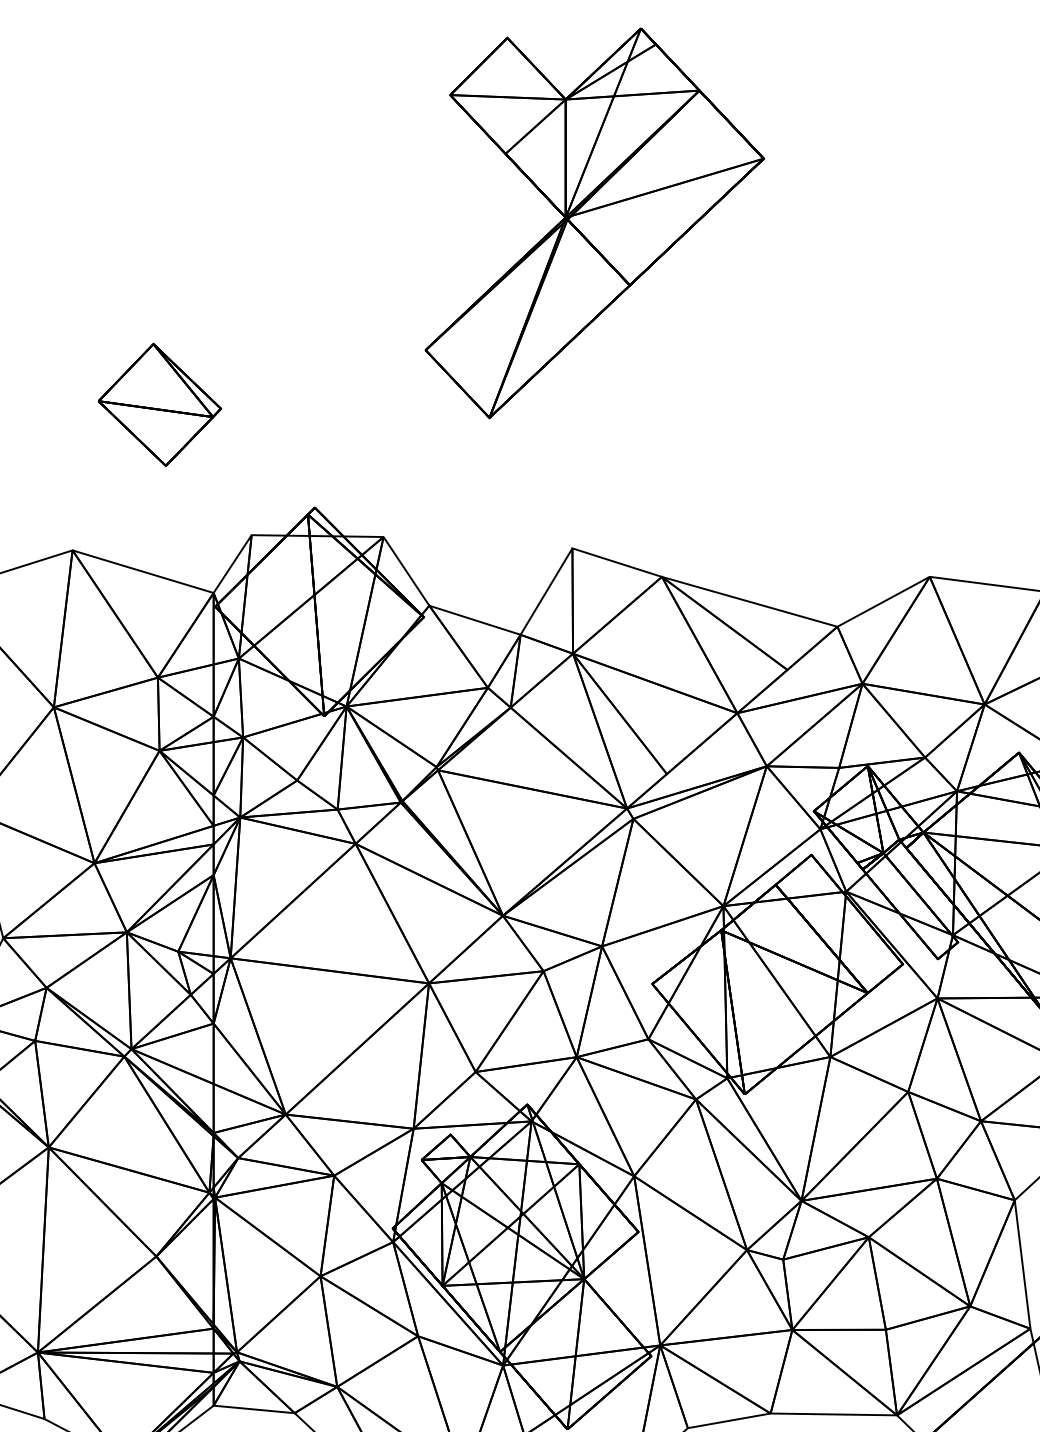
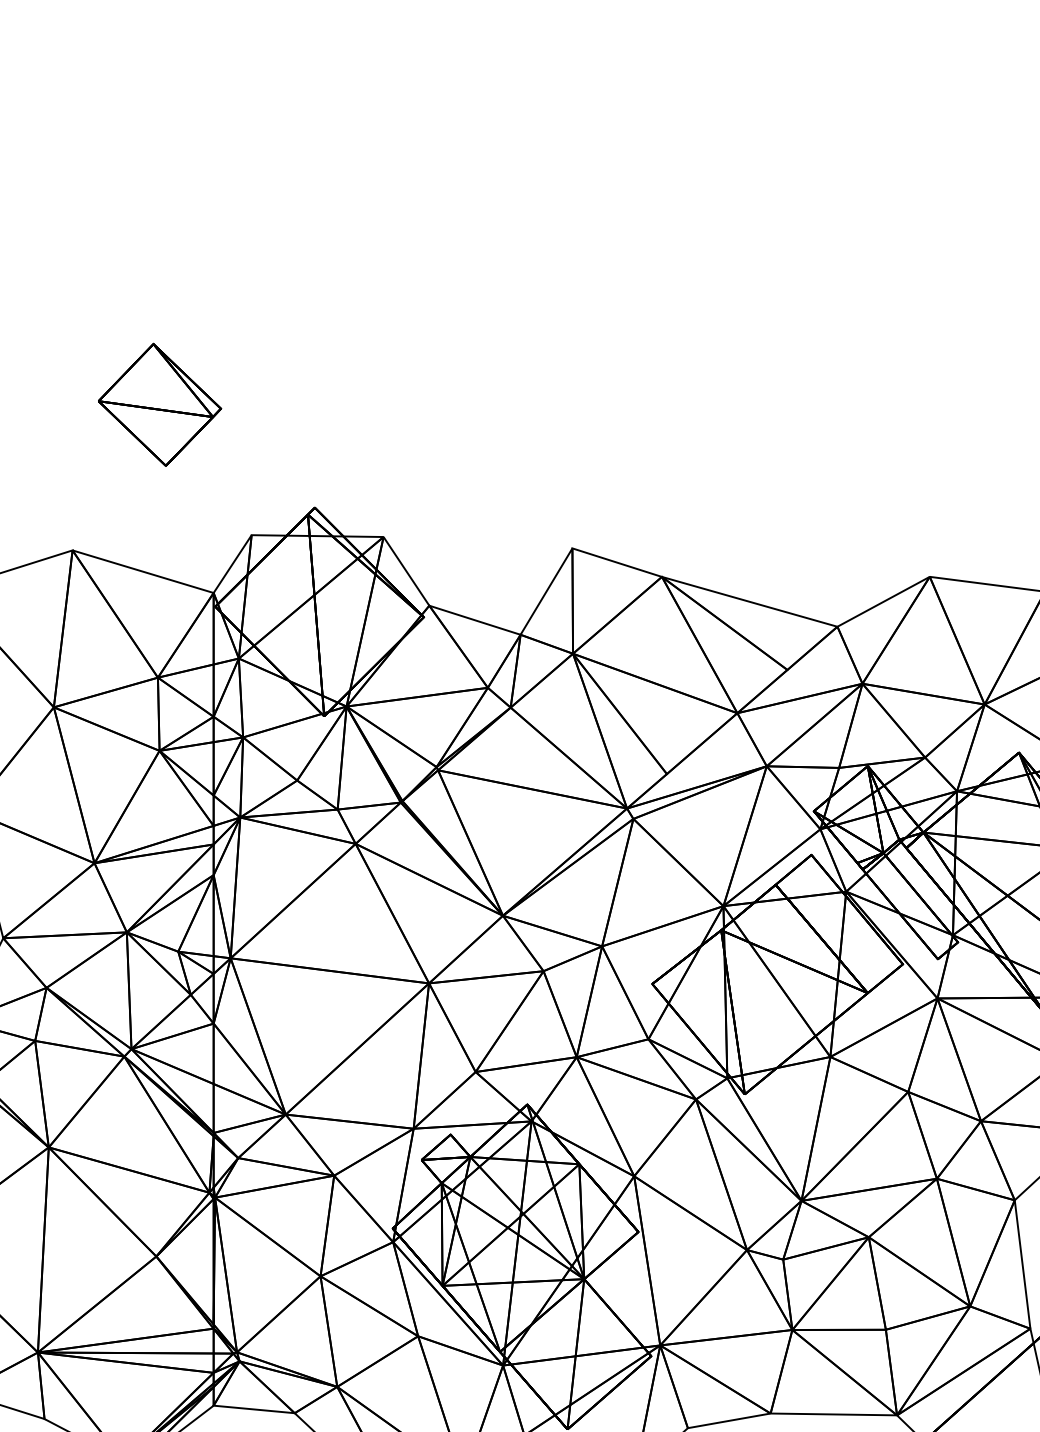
part at (594, 223): present -> none
